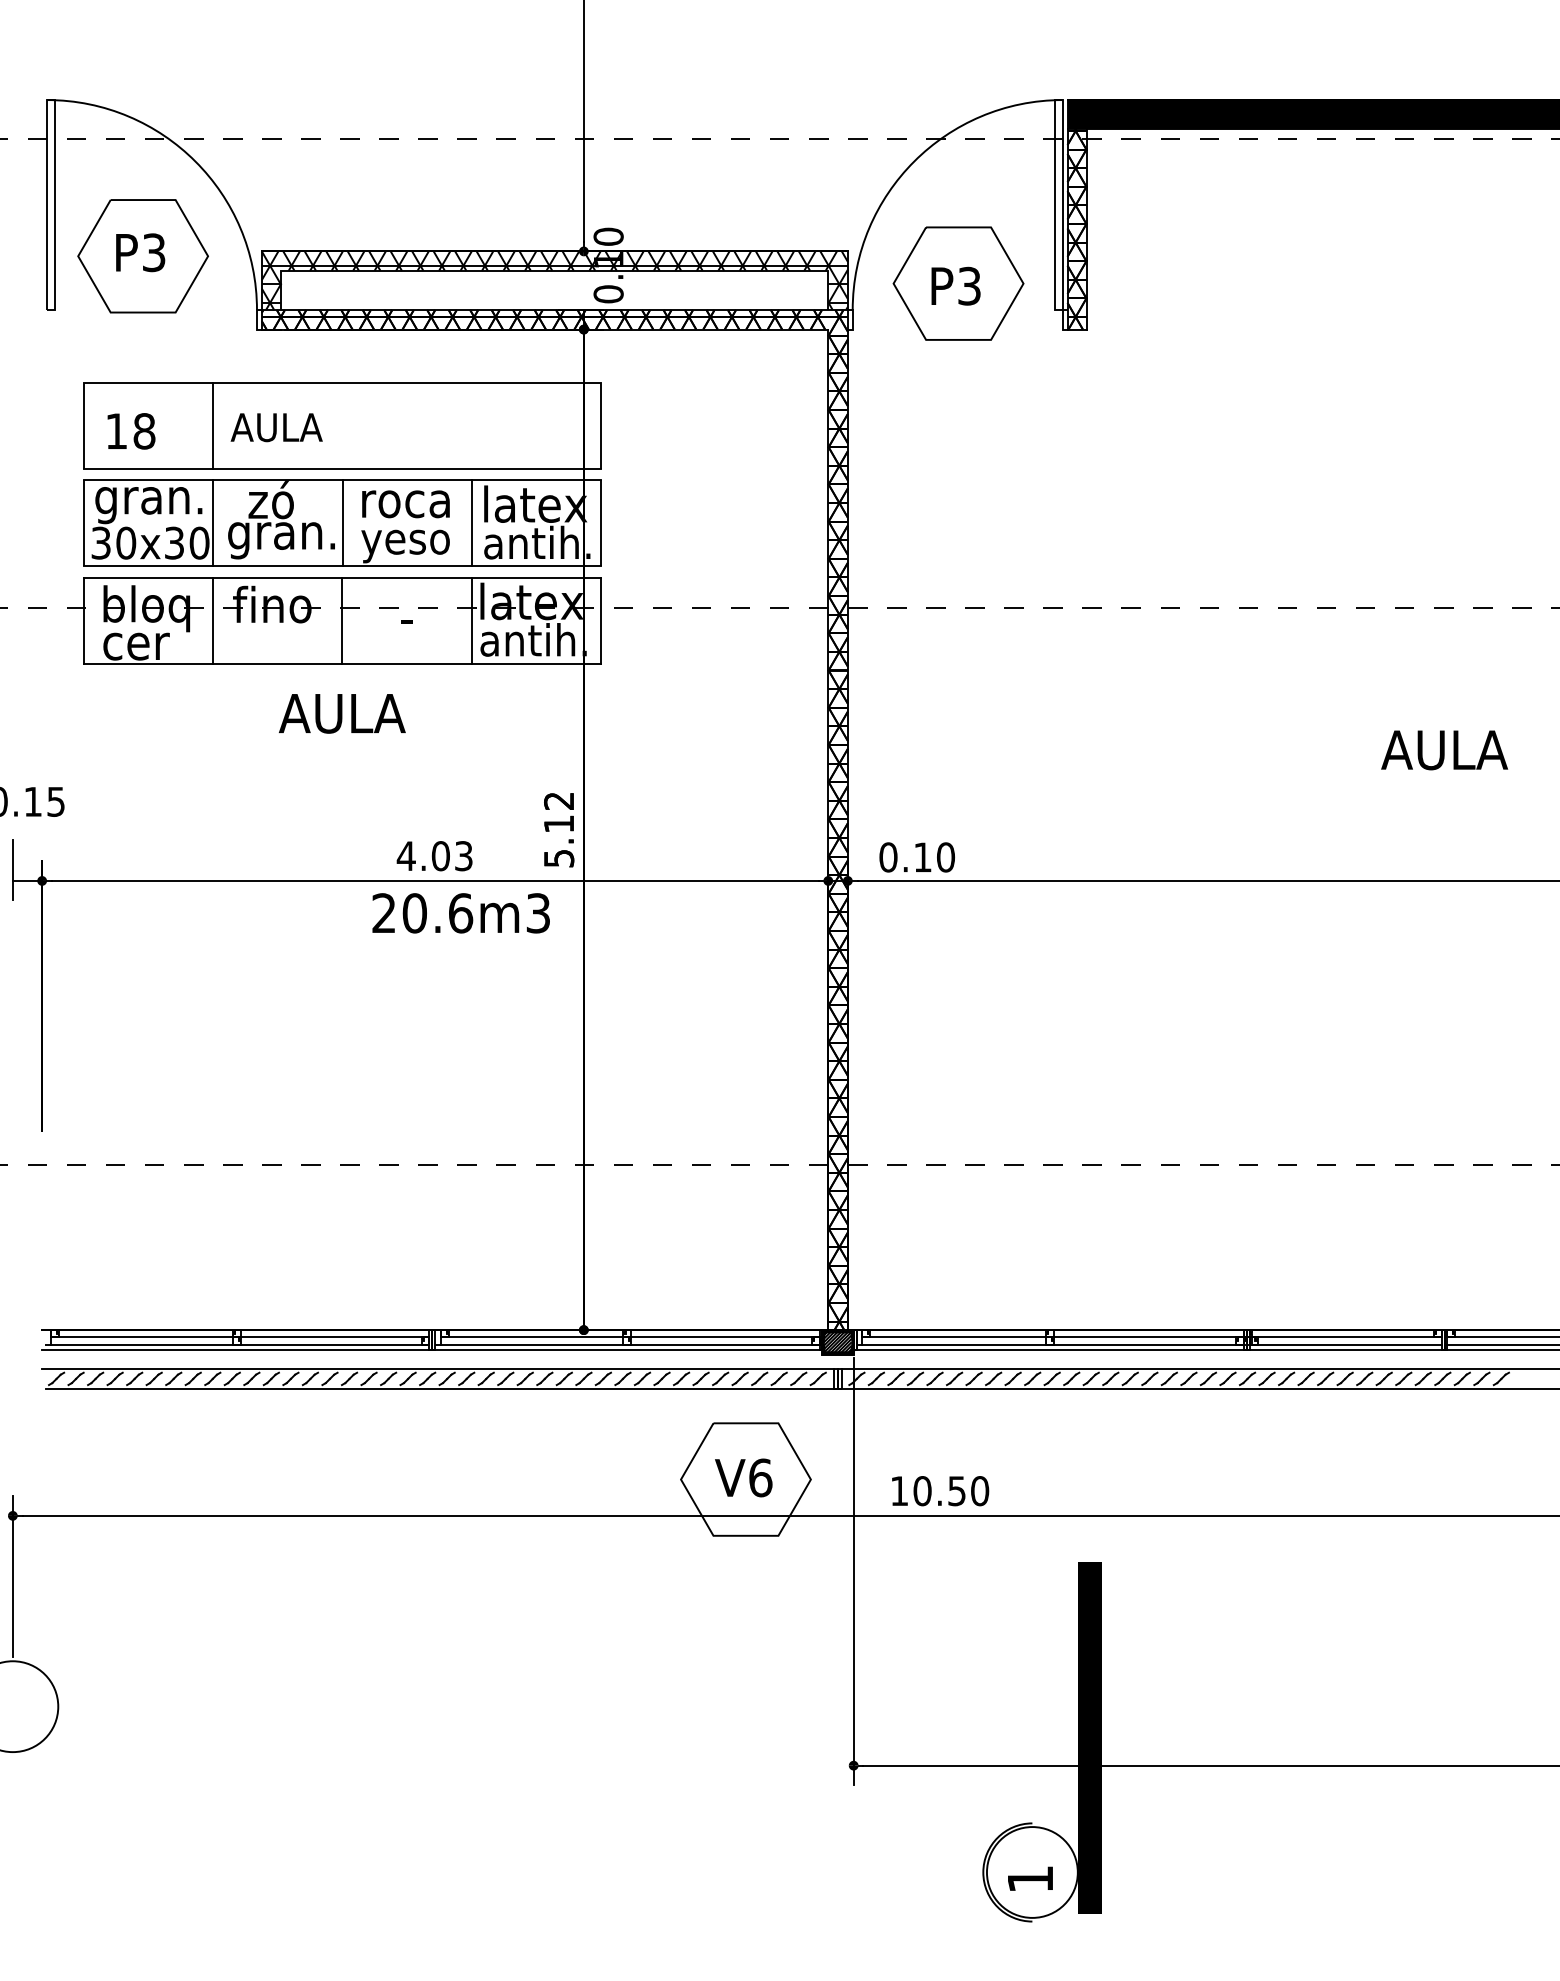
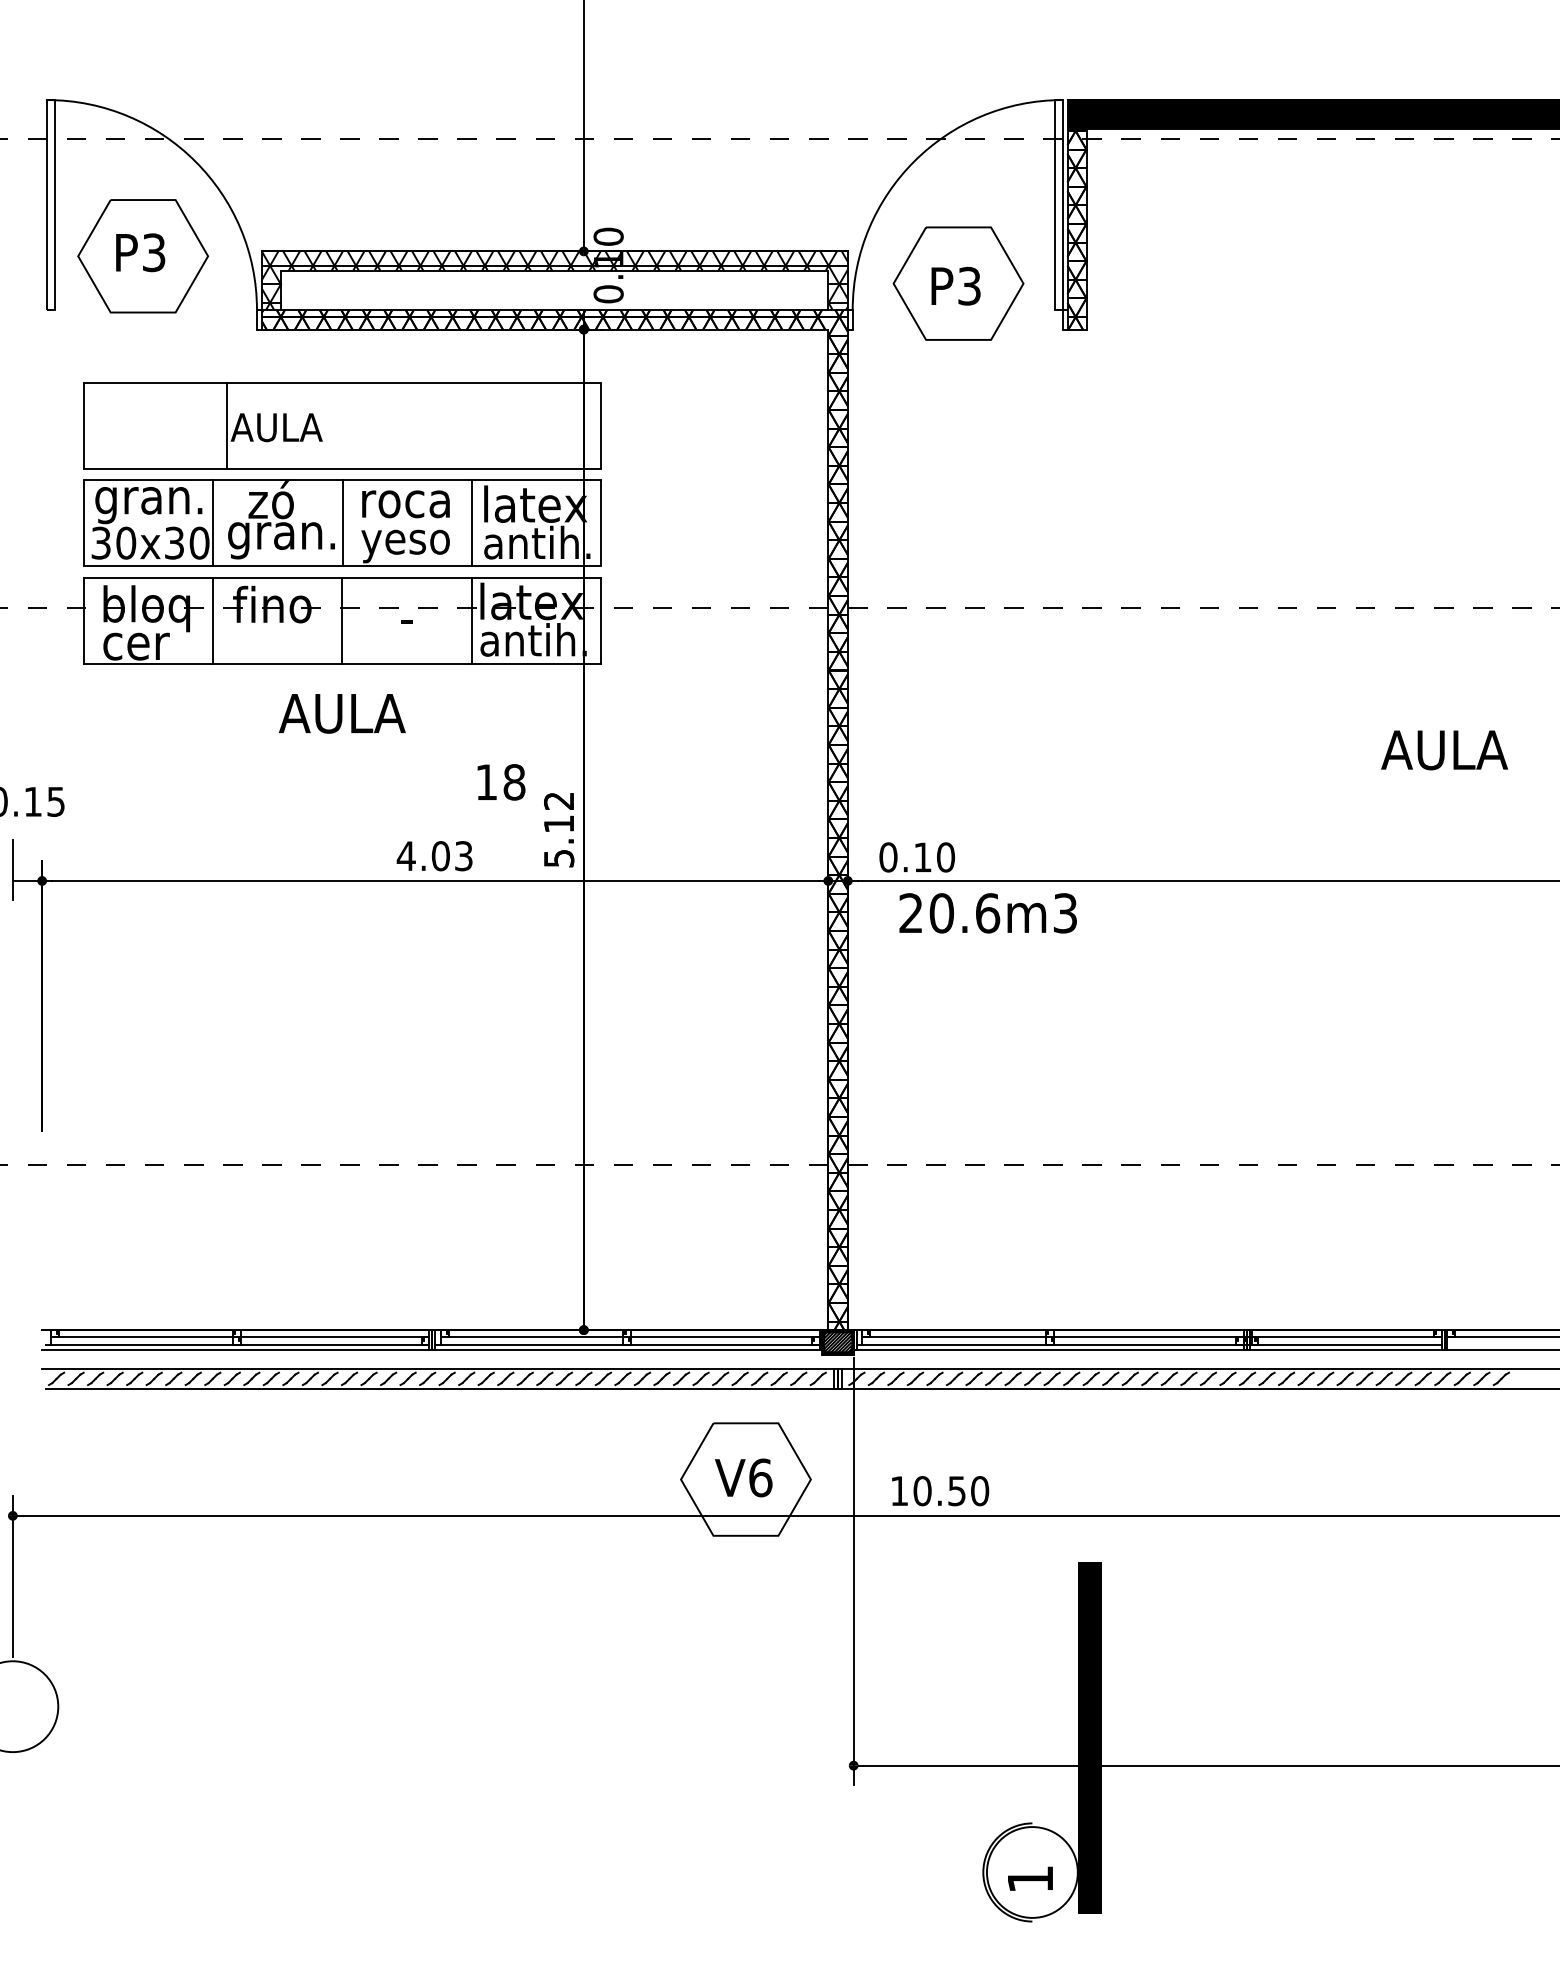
line at (213, 425) position: (213, 425) -> (227, 425)
text at (131, 431) position: (131, 431) -> (501, 782)
text at (460, 913) position: (460, 913) -> (987, 913)
line at (1501, 1344): present -> none
